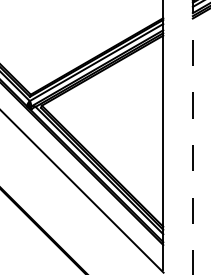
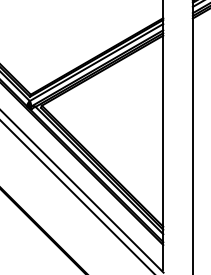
line at (192, 137): dashed -> solid
line at (77, 196): none -> present
